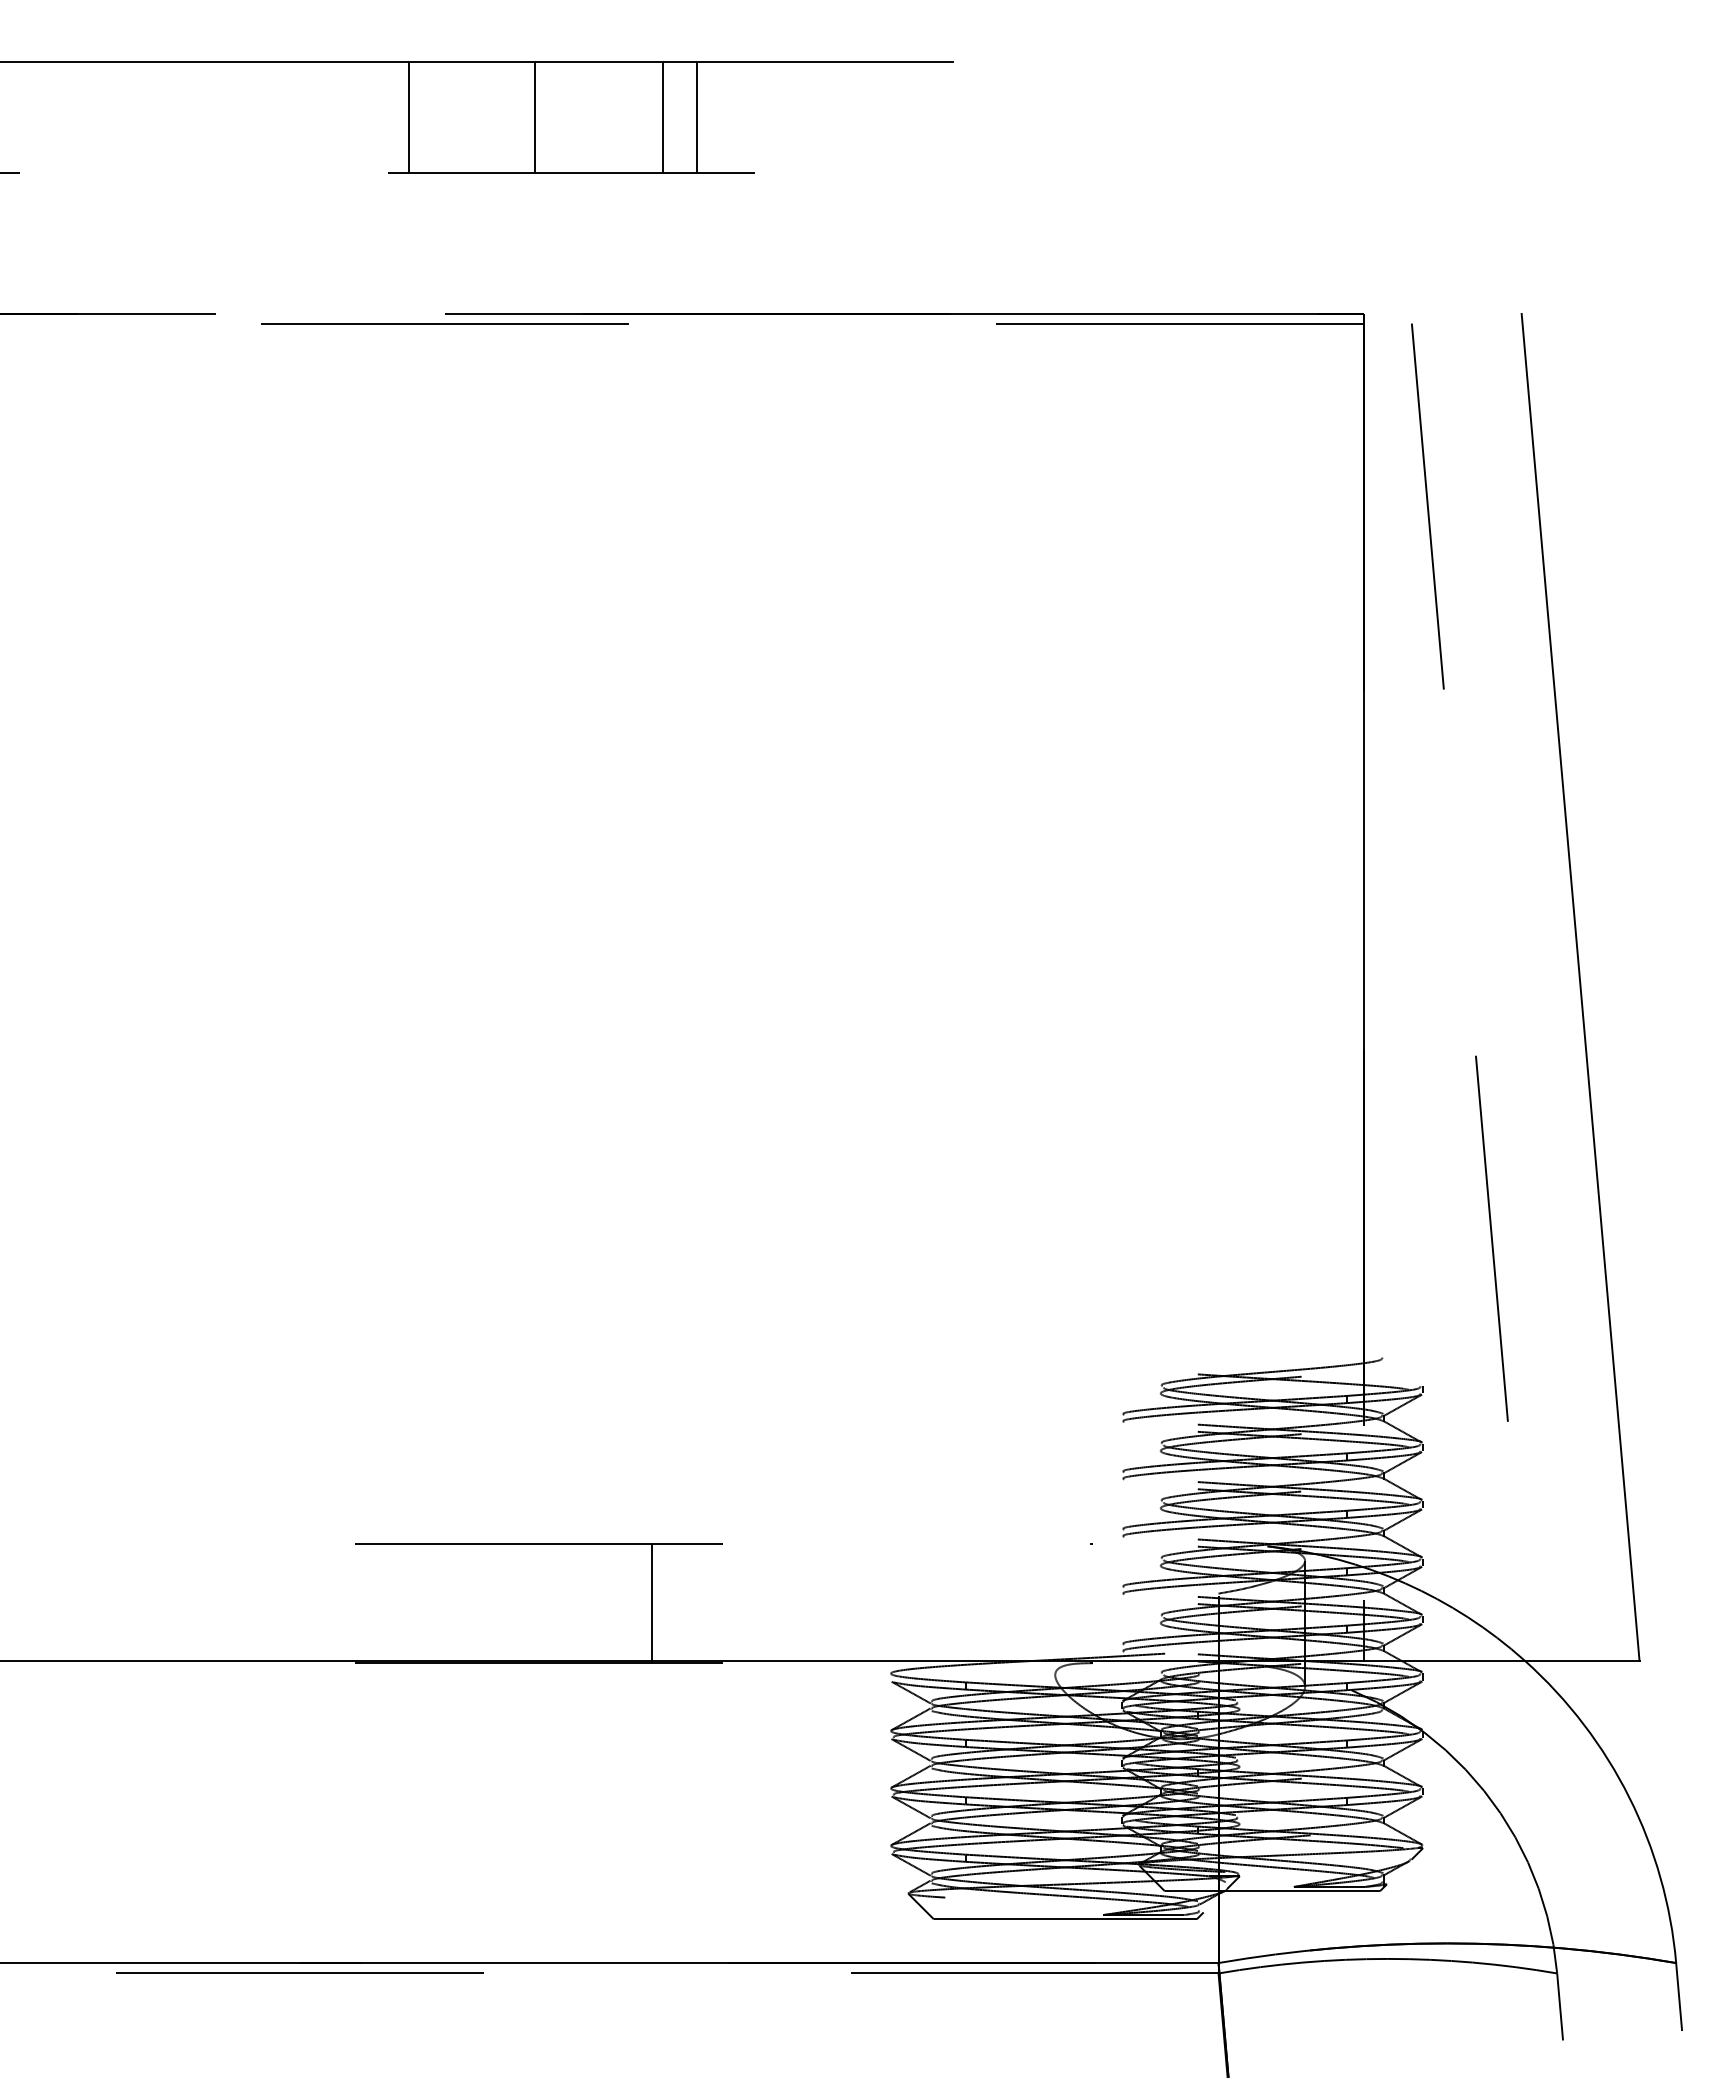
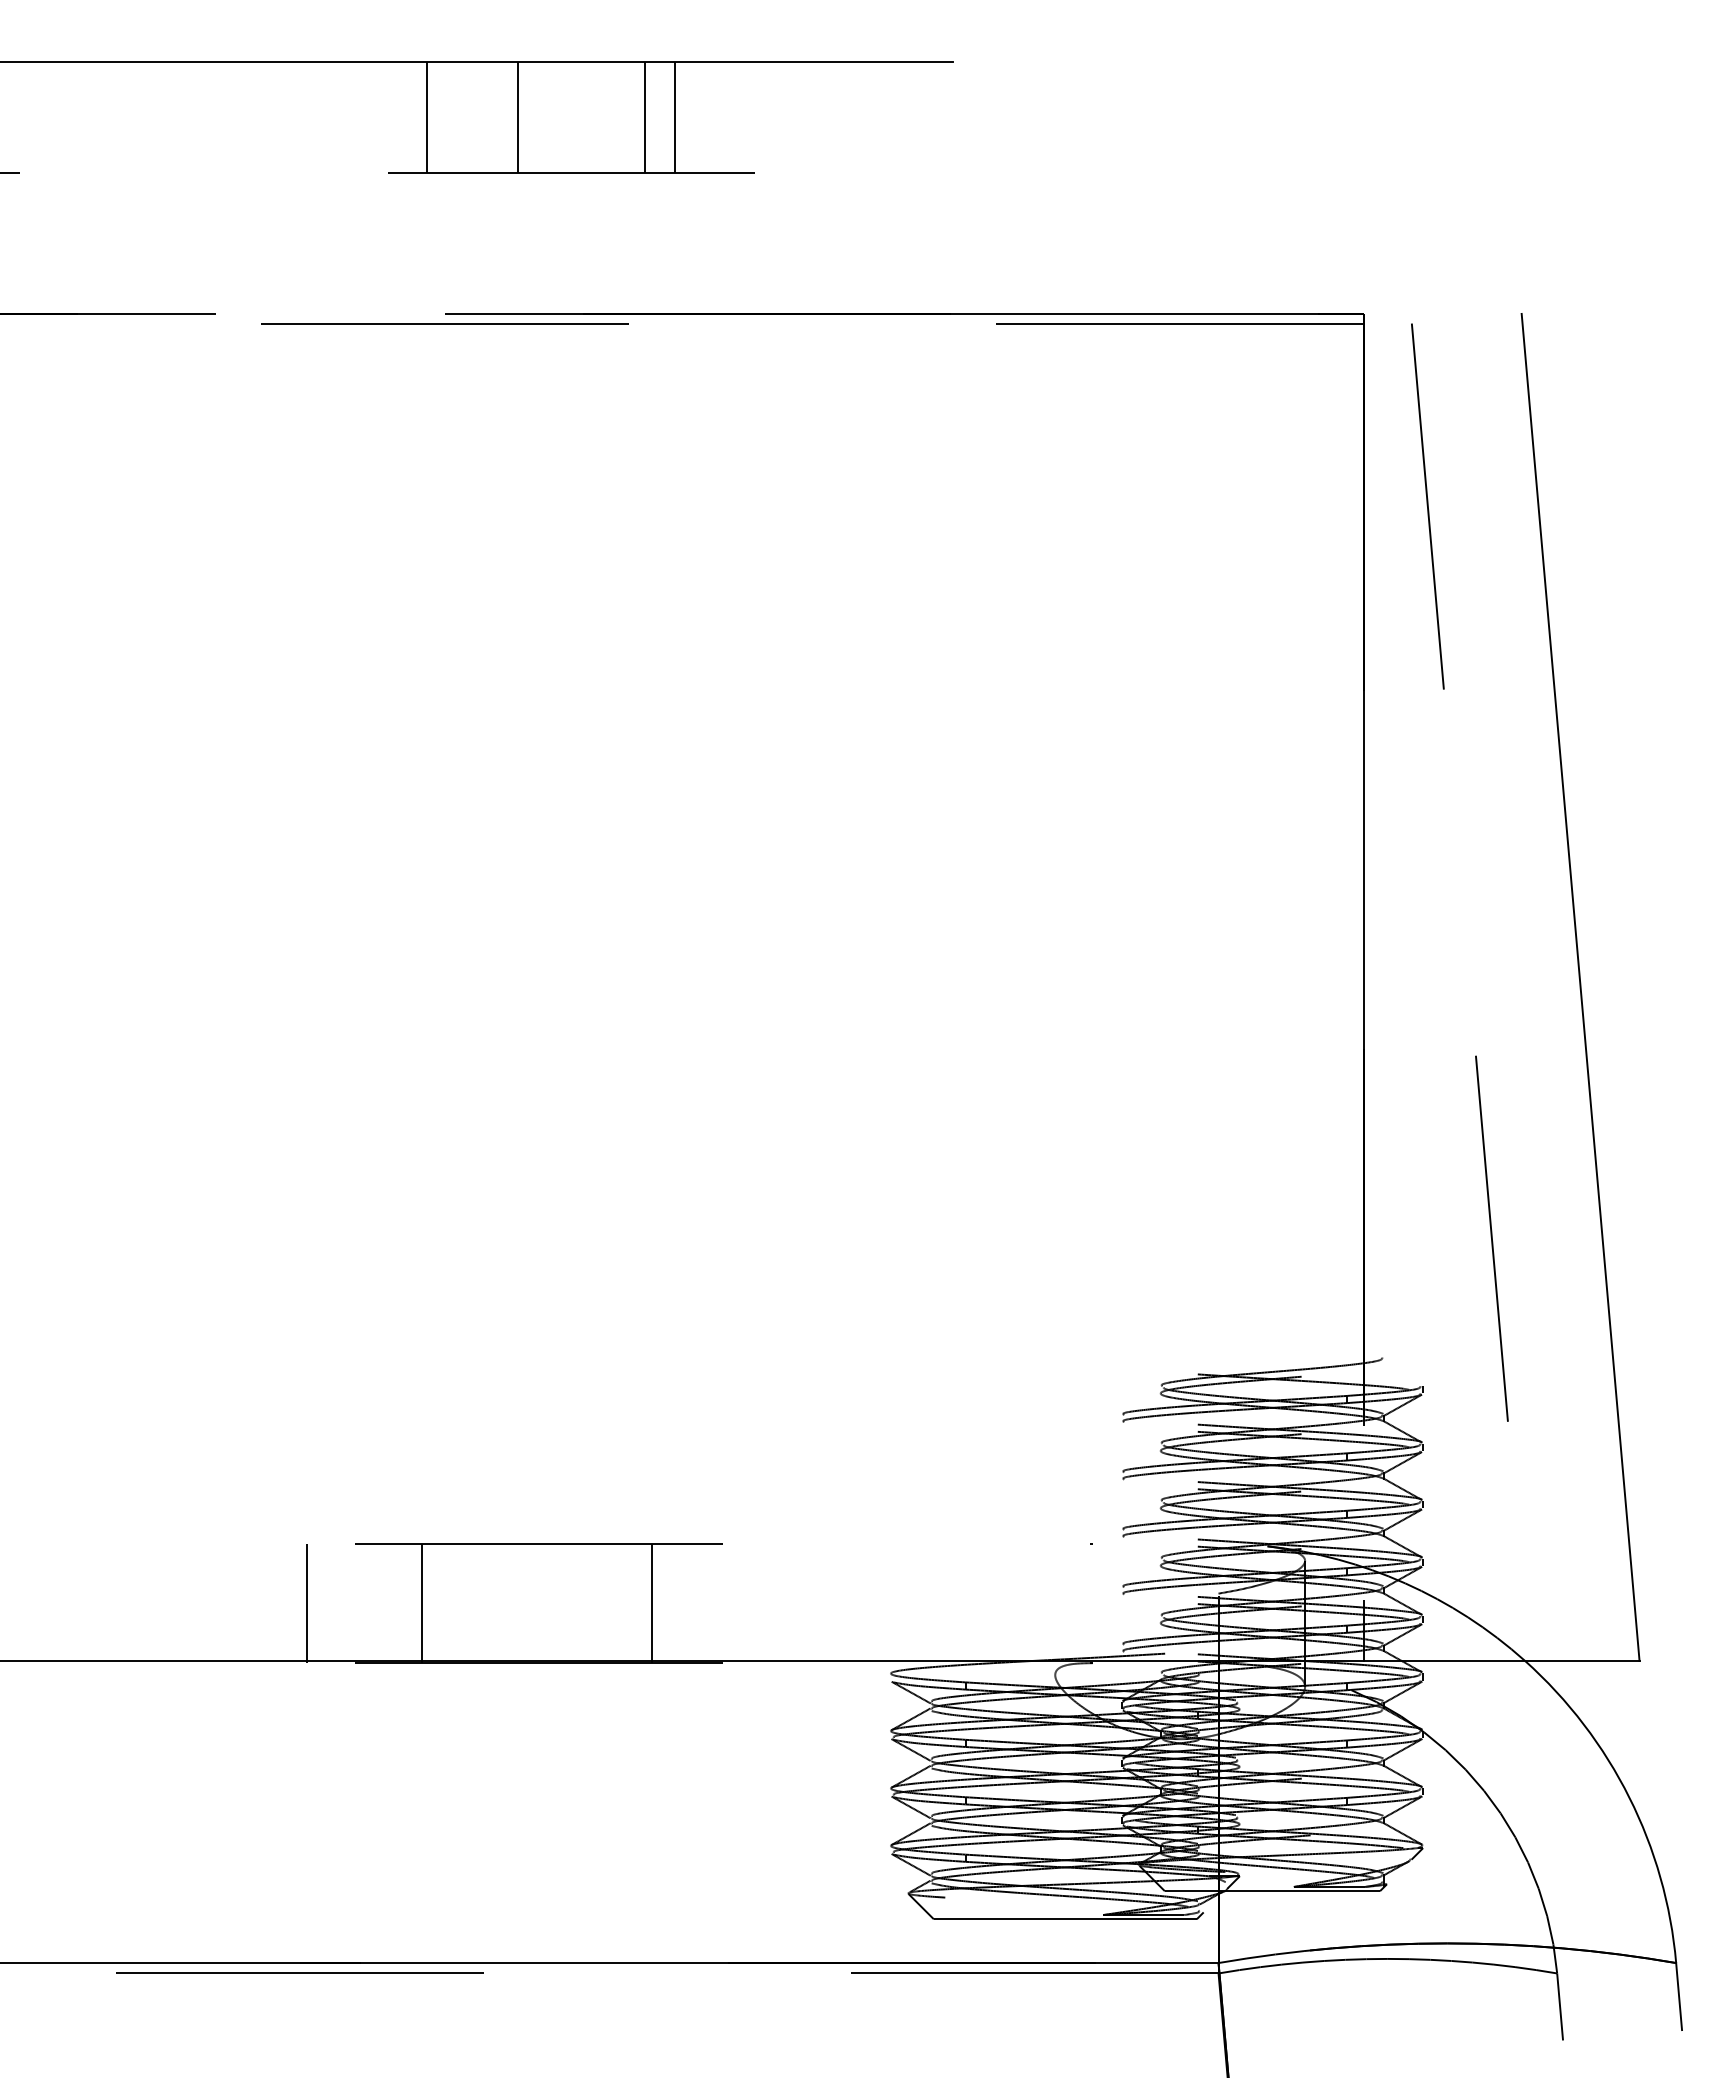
line at (408, 117) position: (408, 117) -> (426, 117)
line at (534, 117) position: (534, 117) -> (517, 117)
line at (663, 117) position: (663, 117) -> (645, 117)
line at (696, 117) position: (696, 117) -> (674, 117)
line at (307, 1603): none -> present
line at (422, 1603): none -> present
